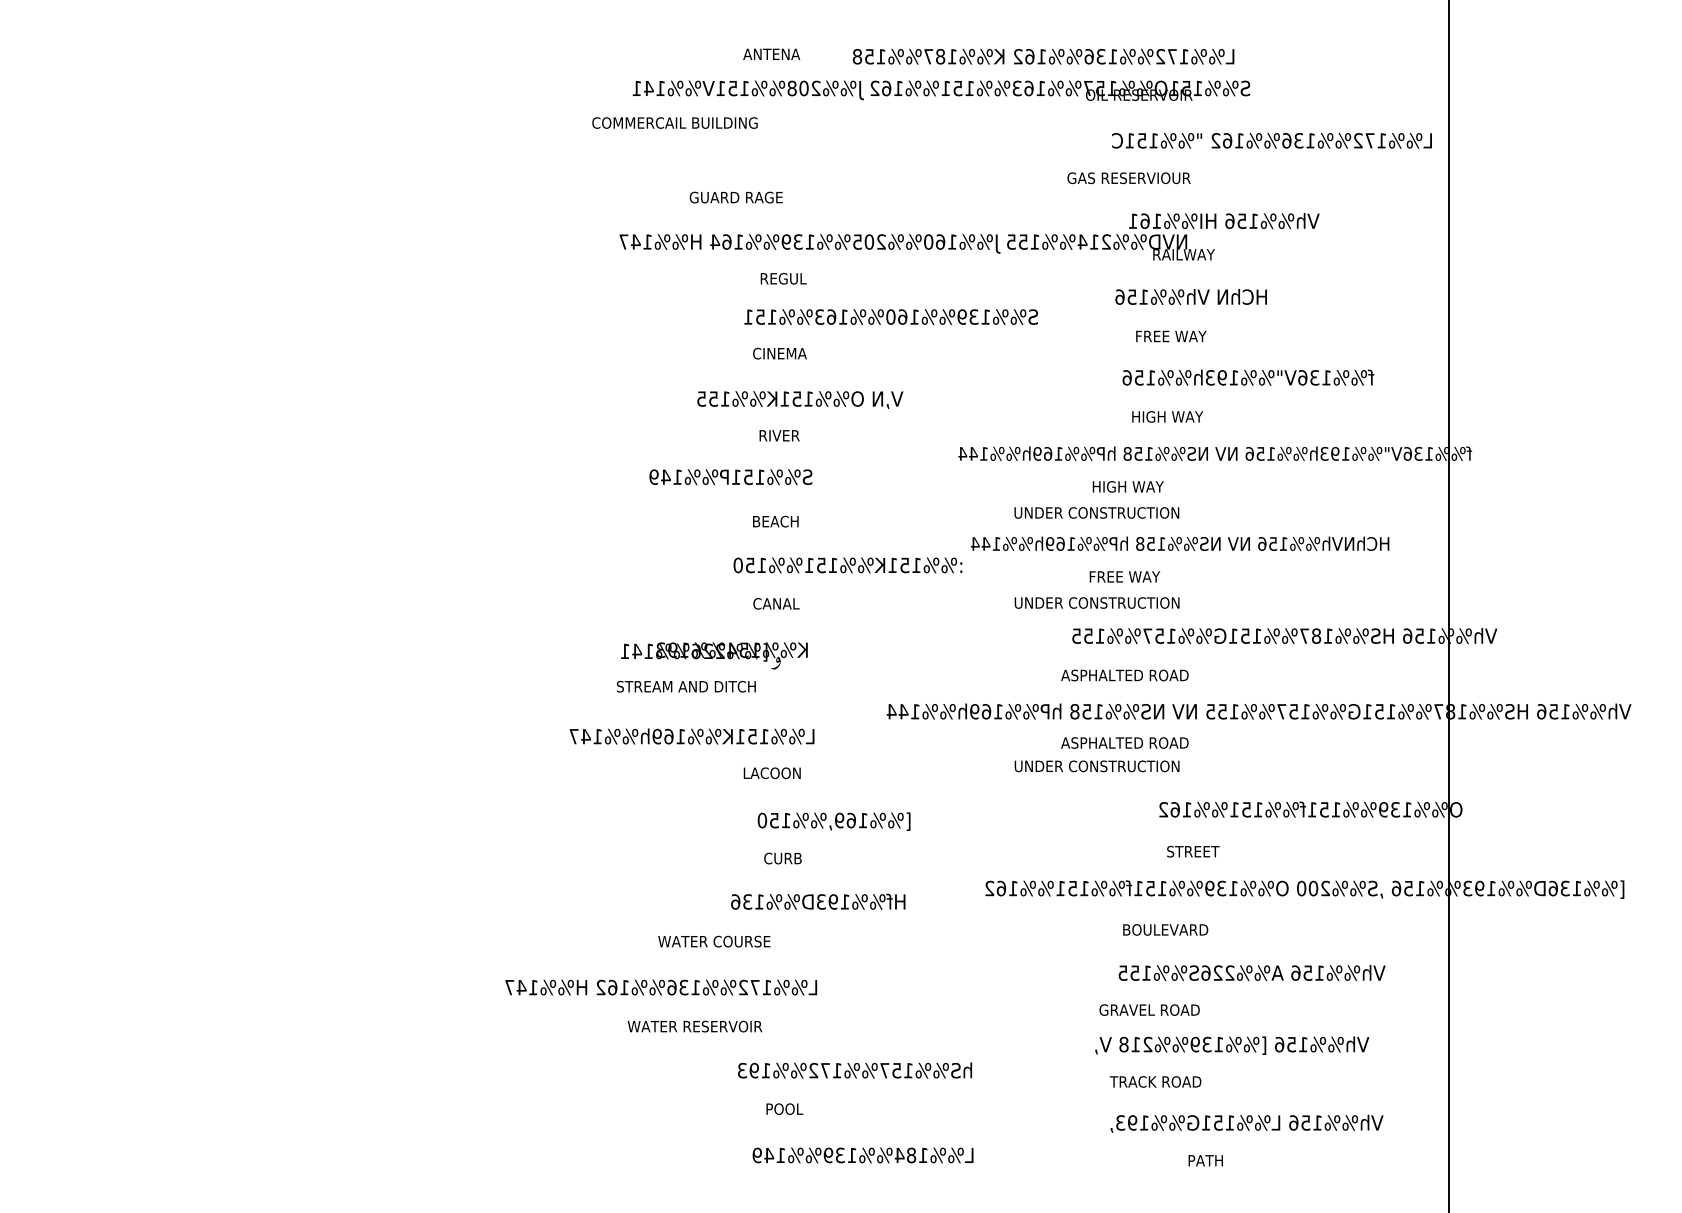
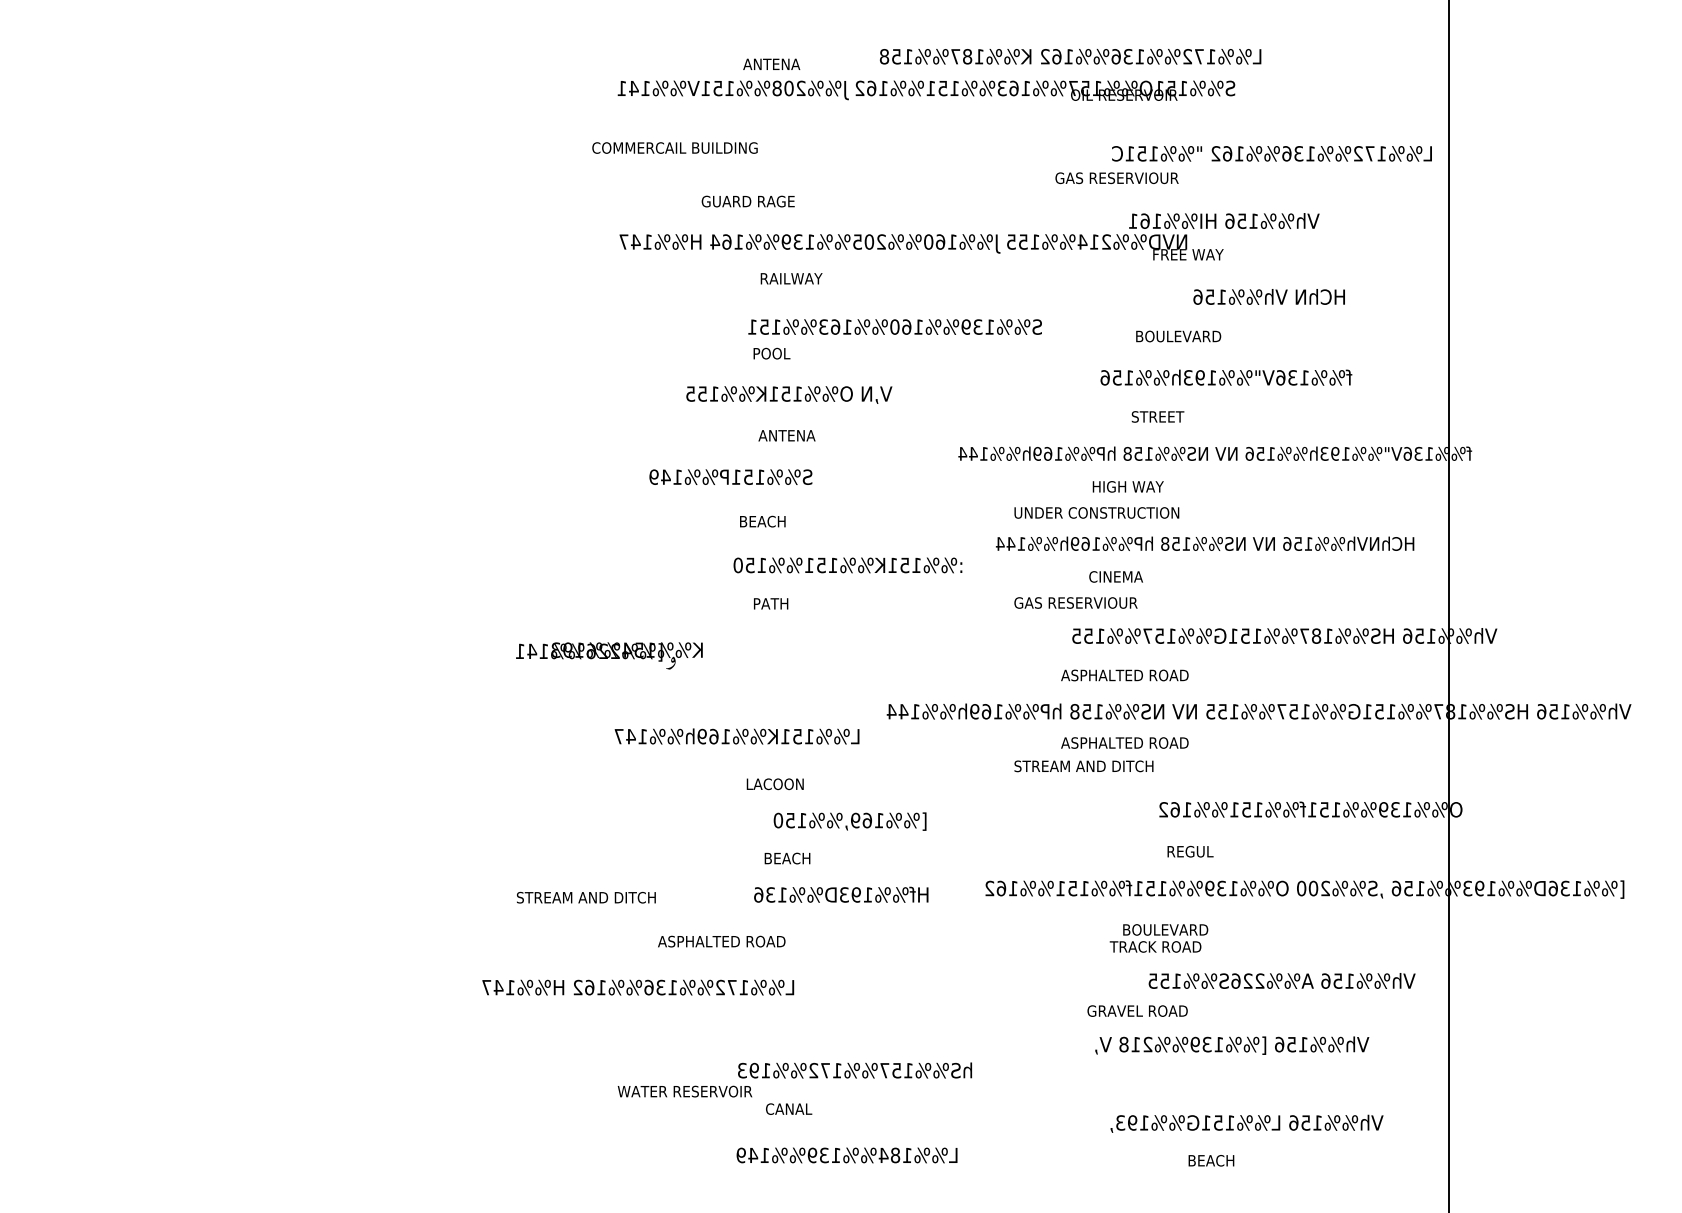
text at (771, 53) position: (771, 53) -> (771, 63)
text at (1043, 56) position: (1043, 56) -> (1070, 56)
text at (941, 90) position: (941, 90) -> (926, 90)
text at (674, 122) position: (674, 122) -> (674, 147)
text at (1271, 140) position: (1271, 140) -> (1271, 153)
text at (1128, 178) position: (1128, 178) -> (1116, 178)
text at (735, 197) position: (735, 197) -> (747, 201)
text at (1188, 254): RAILWAY -> FREE WAY
text at (795, 278): REGUL -> RAILWAY
text at (1190, 296) position: (1190, 296) -> (1268, 296)
text at (890, 316) position: (890, 316) -> (894, 326)
text at (1179, 336): FREE WAY -> BOULEVARD
text at (779, 353): CINEMA -> POOL
text at (1248, 377) position: (1248, 377) -> (1226, 377)
text at (800, 399) position: (800, 399) -> (789, 394)
text at (1167, 416): HIGH WAY -> STREET
text at (786, 435): RIVER -> ANTENA
text at (775, 521) position: (775, 521) -> (762, 521)
text at (1180, 543) position: (1180, 543) -> (1205, 543)
text at (1124, 576): FREE WAY -> CINEMA
text at (1096, 602): UNDER CONSTRUCTION -> GAS RESERVIOUR
text at (776, 603): CANAL -> PATH
text at (714, 655) position: (714, 655) -> (609, 655)
text at (686, 686) position: (686, 686) -> (586, 897)
text at (691, 736) position: (691, 736) -> (736, 736)
text at (1096, 766): UNDER CONSTRUCTION -> STREAM AND DITCH
text at (771, 773) position: (771, 773) -> (774, 784)
text at (833, 821) position: (833, 821) -> (849, 821)
text at (1193, 851): STREET -> REGUL
text at (787, 858): CURB -> BEACH
text at (818, 901) position: (818, 901) -> (841, 894)
text at (721, 941): WATER COURSE -> ASPHALTED ROAD
text at (1251, 972) position: (1251, 972) -> (1281, 980)
text at (661, 987) position: (661, 987) -> (638, 987)
text at (1149, 1009) position: (1149, 1009) -> (1137, 1010)
text at (694, 1026) position: (694, 1026) -> (684, 1091)
text at (1155, 1081) position: (1155, 1081) -> (1155, 946)
text at (789, 1108): POOL -> CANAL
text at (862, 1155) position: (862, 1155) -> (846, 1155)
text at (1212, 1160): PATH -> BEACH
